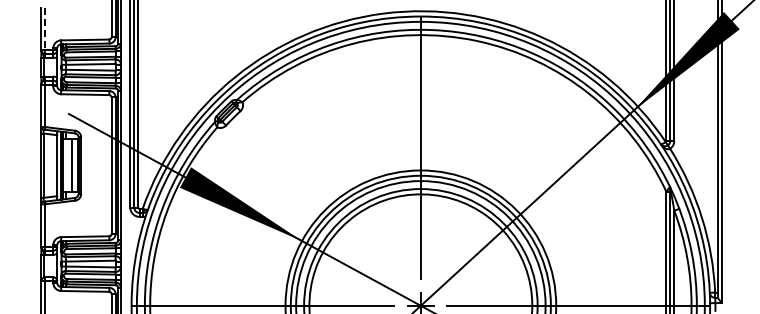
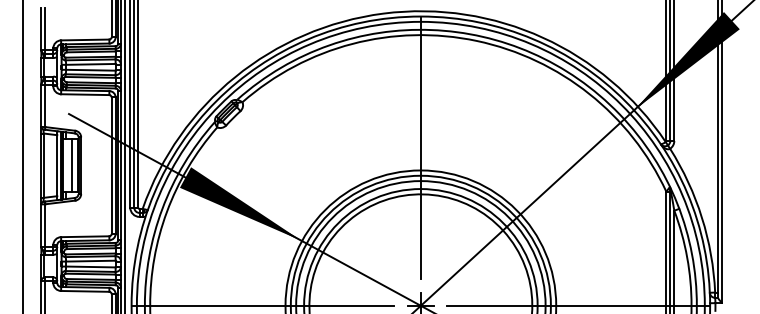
line at (45, 29): dashed -> solid
line at (22, 156): none -> present
line at (124, 156): none -> present
